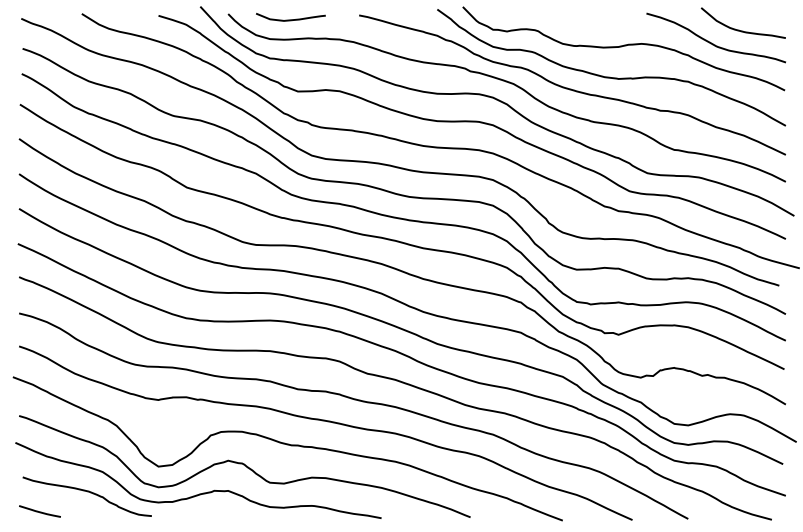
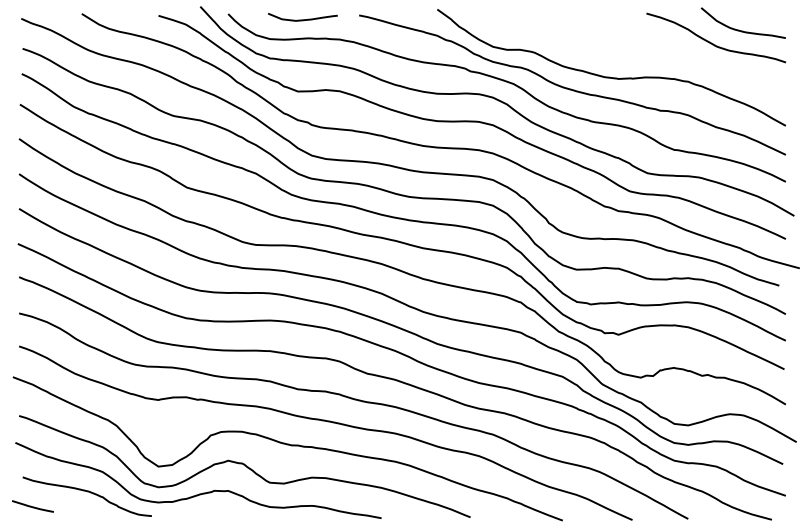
curve at (290, 19) position: (290, 19) -> (302, 19)
curve at (623, 46): present -> none
line at (39, 511) position: (39, 511) -> (32, 506)
